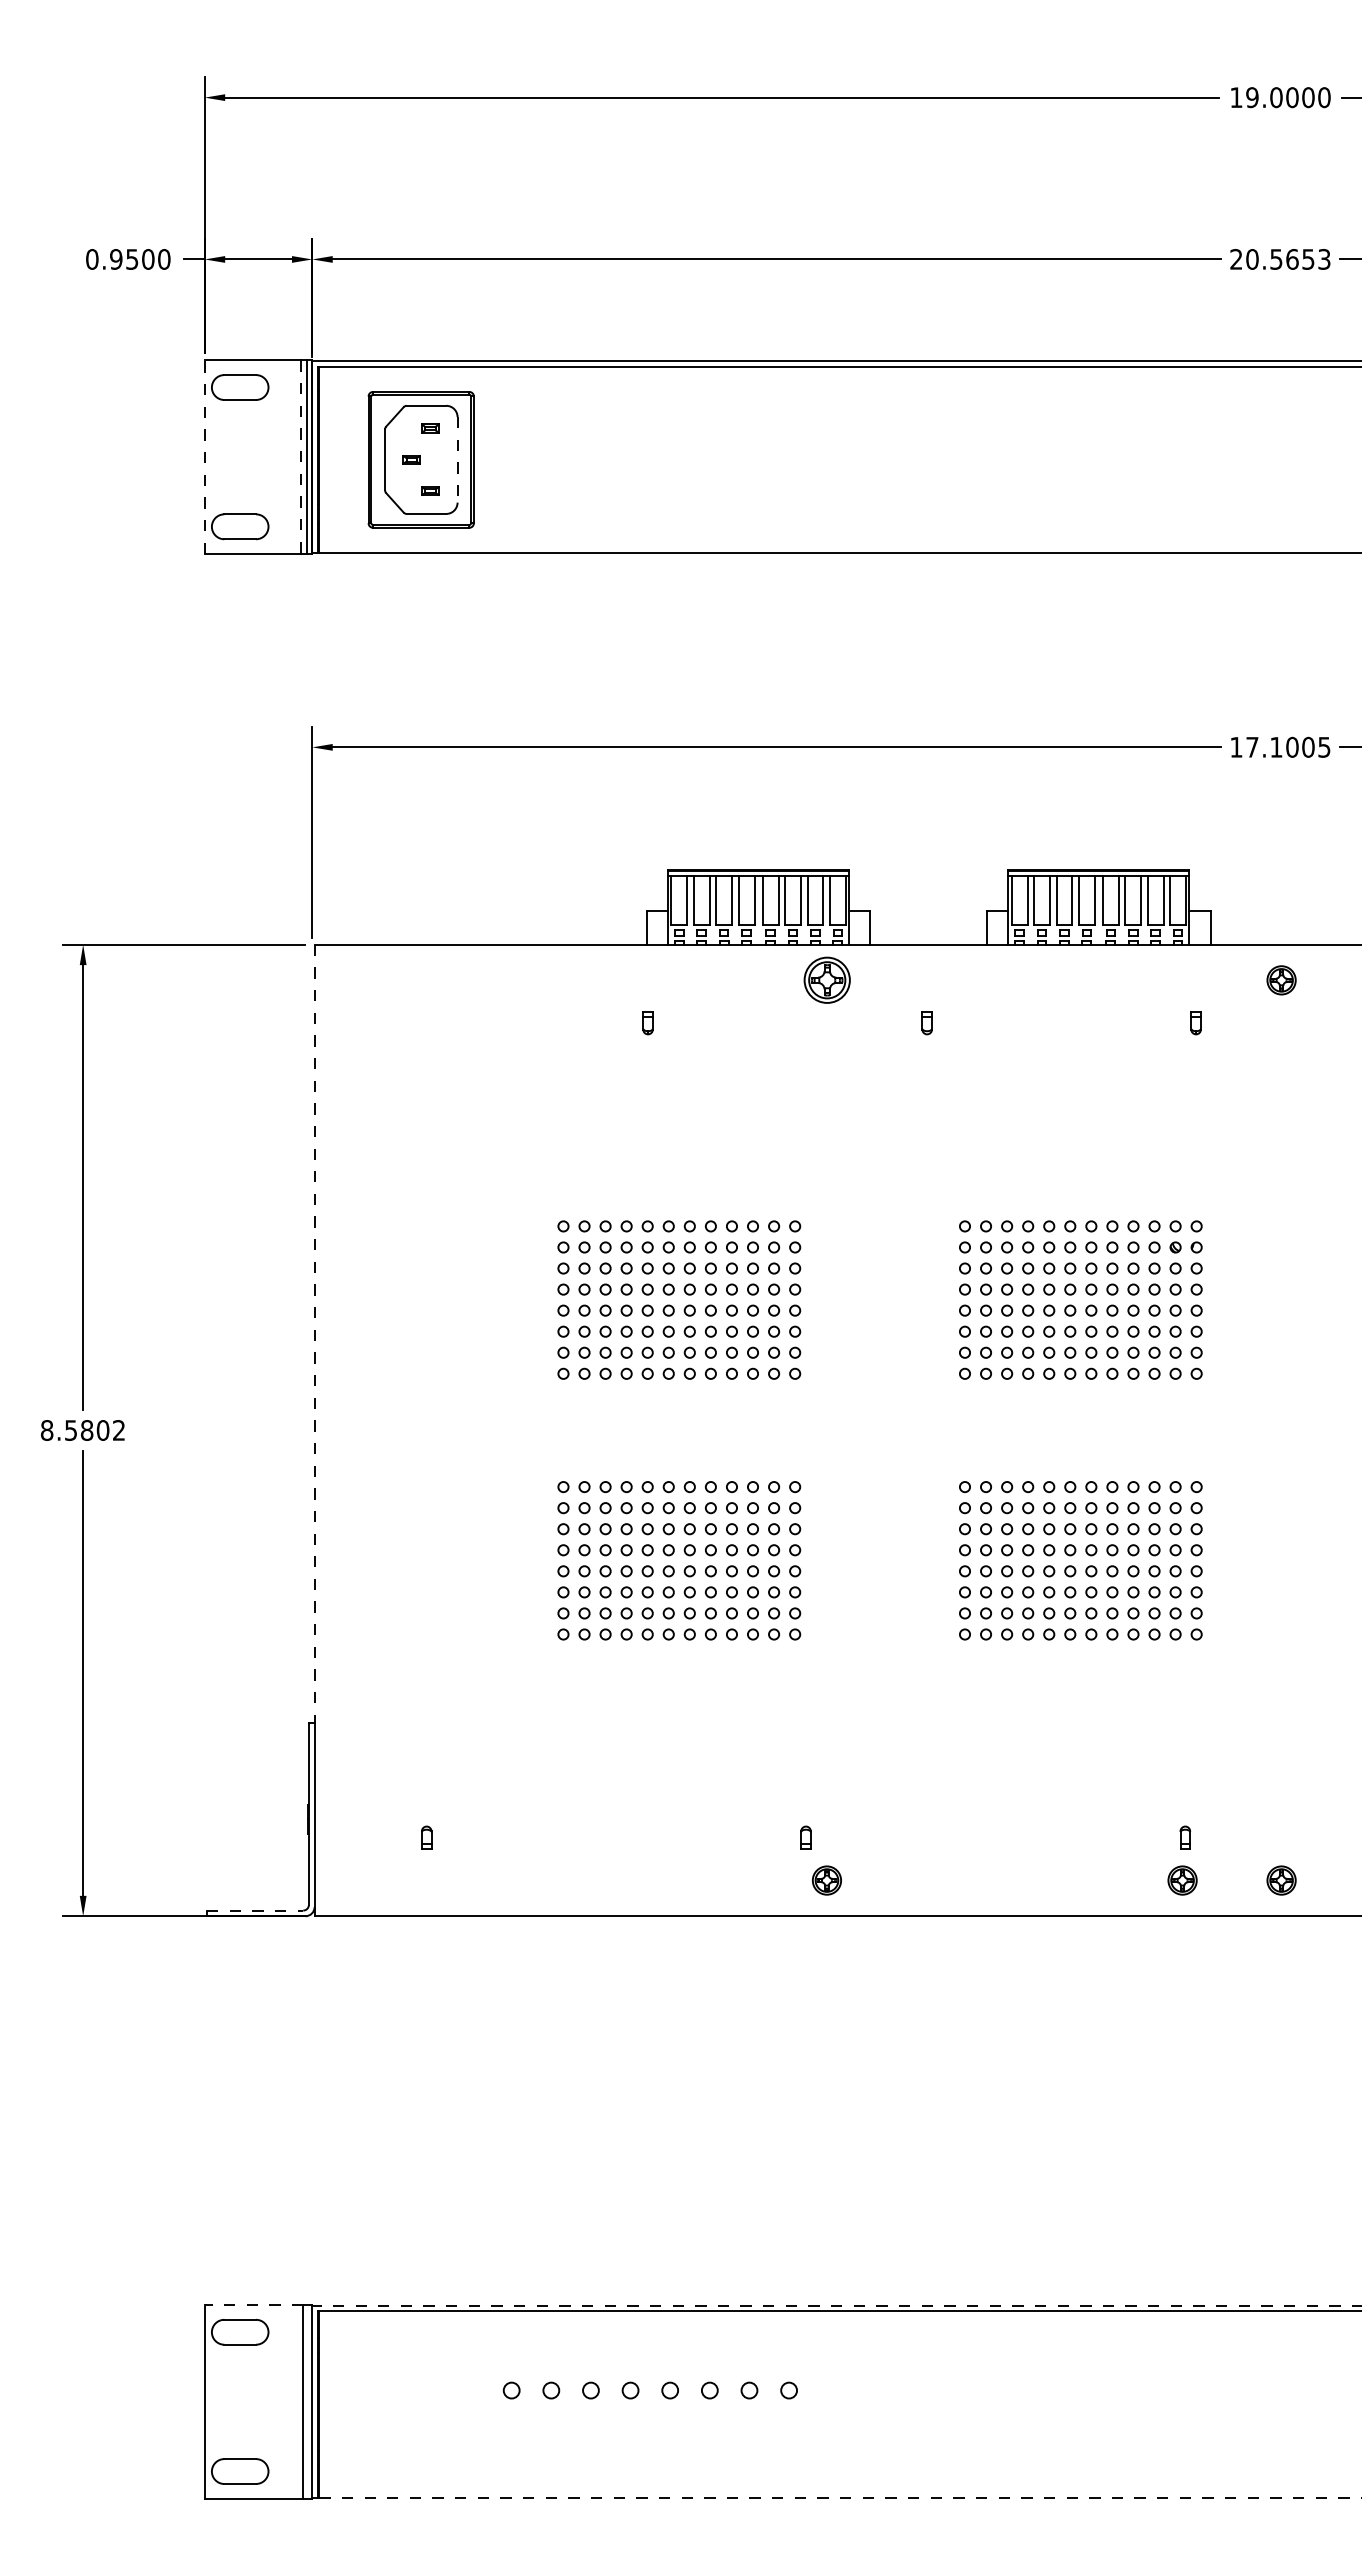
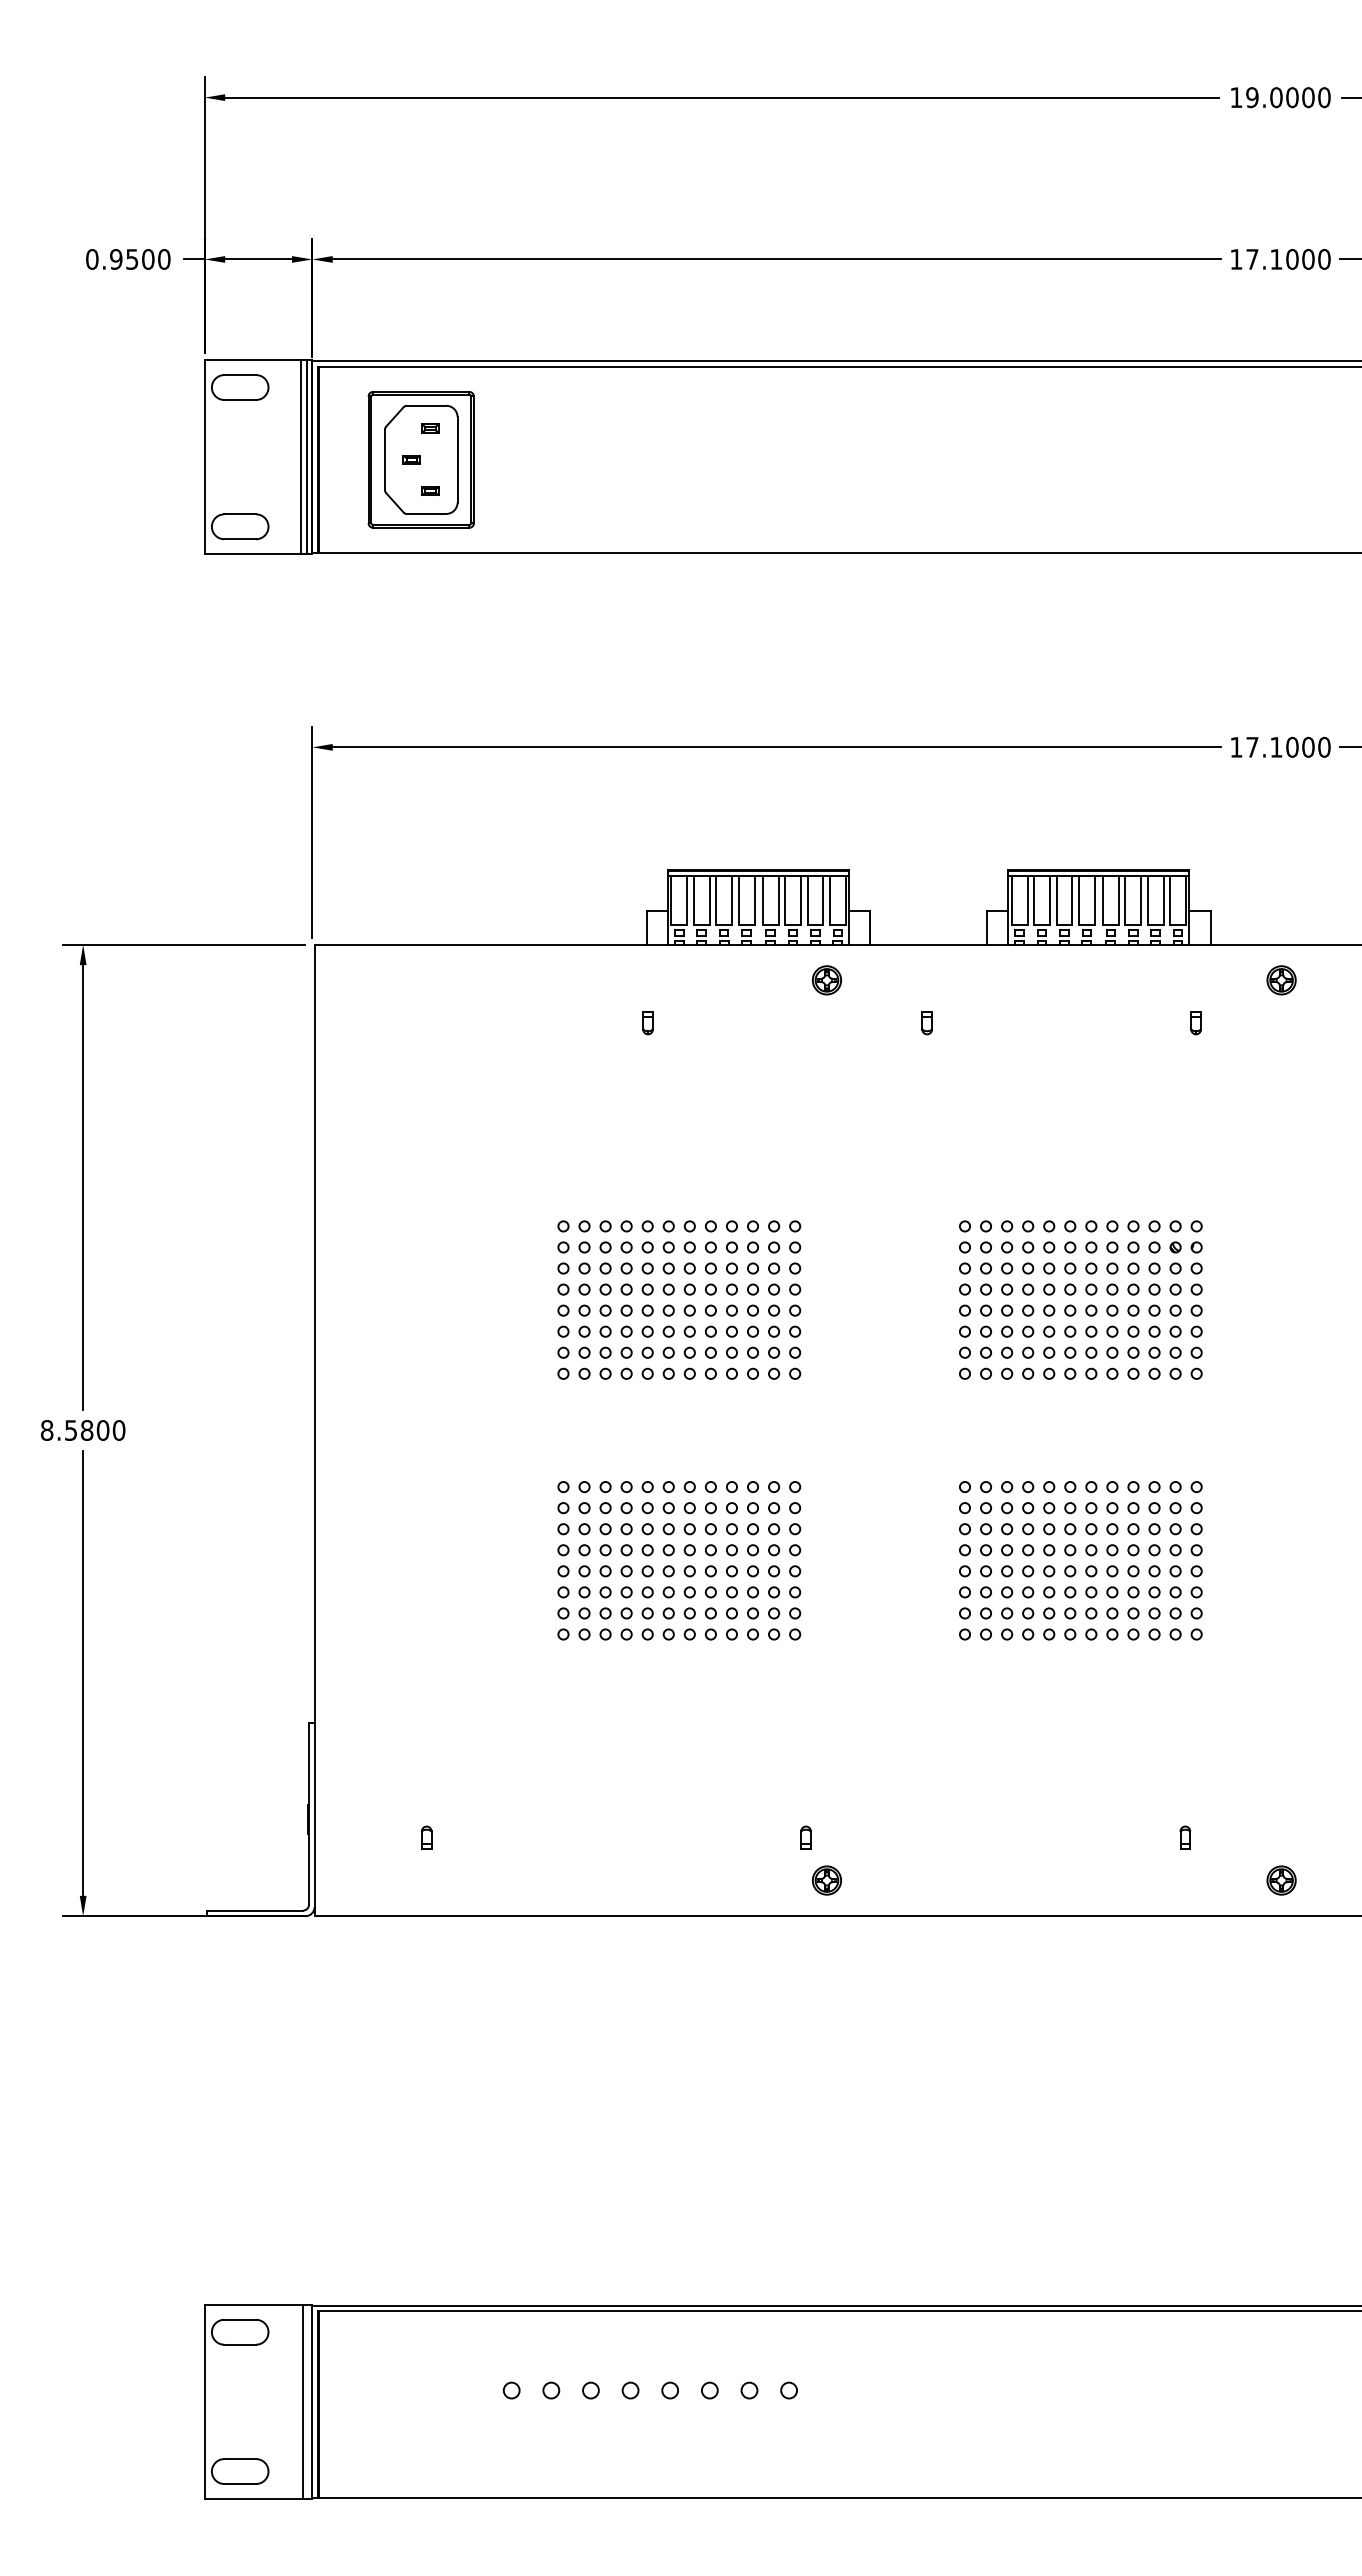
text at (1280, 259): 20.5653 -> 17.1000
line at (204, 457): dashed -> solid
line at (301, 457): dashed -> solid
line at (457, 459): dashed -> solid
text at (1324, 746): 17.1005 -> 17.1000
part at (826, 979) size: 48x48 px -> 31x31 px
line at (314, 1333): dashed -> solid
text at (118, 1430): 8.5802 -> 8.5800
part at (1182, 1880): present -> none
line at (255, 1910): dashed -> solid
line at (253, 2305): dashed -> solid
line at (837, 2305): dashed -> solid
line at (841, 2497): dashed -> solid
